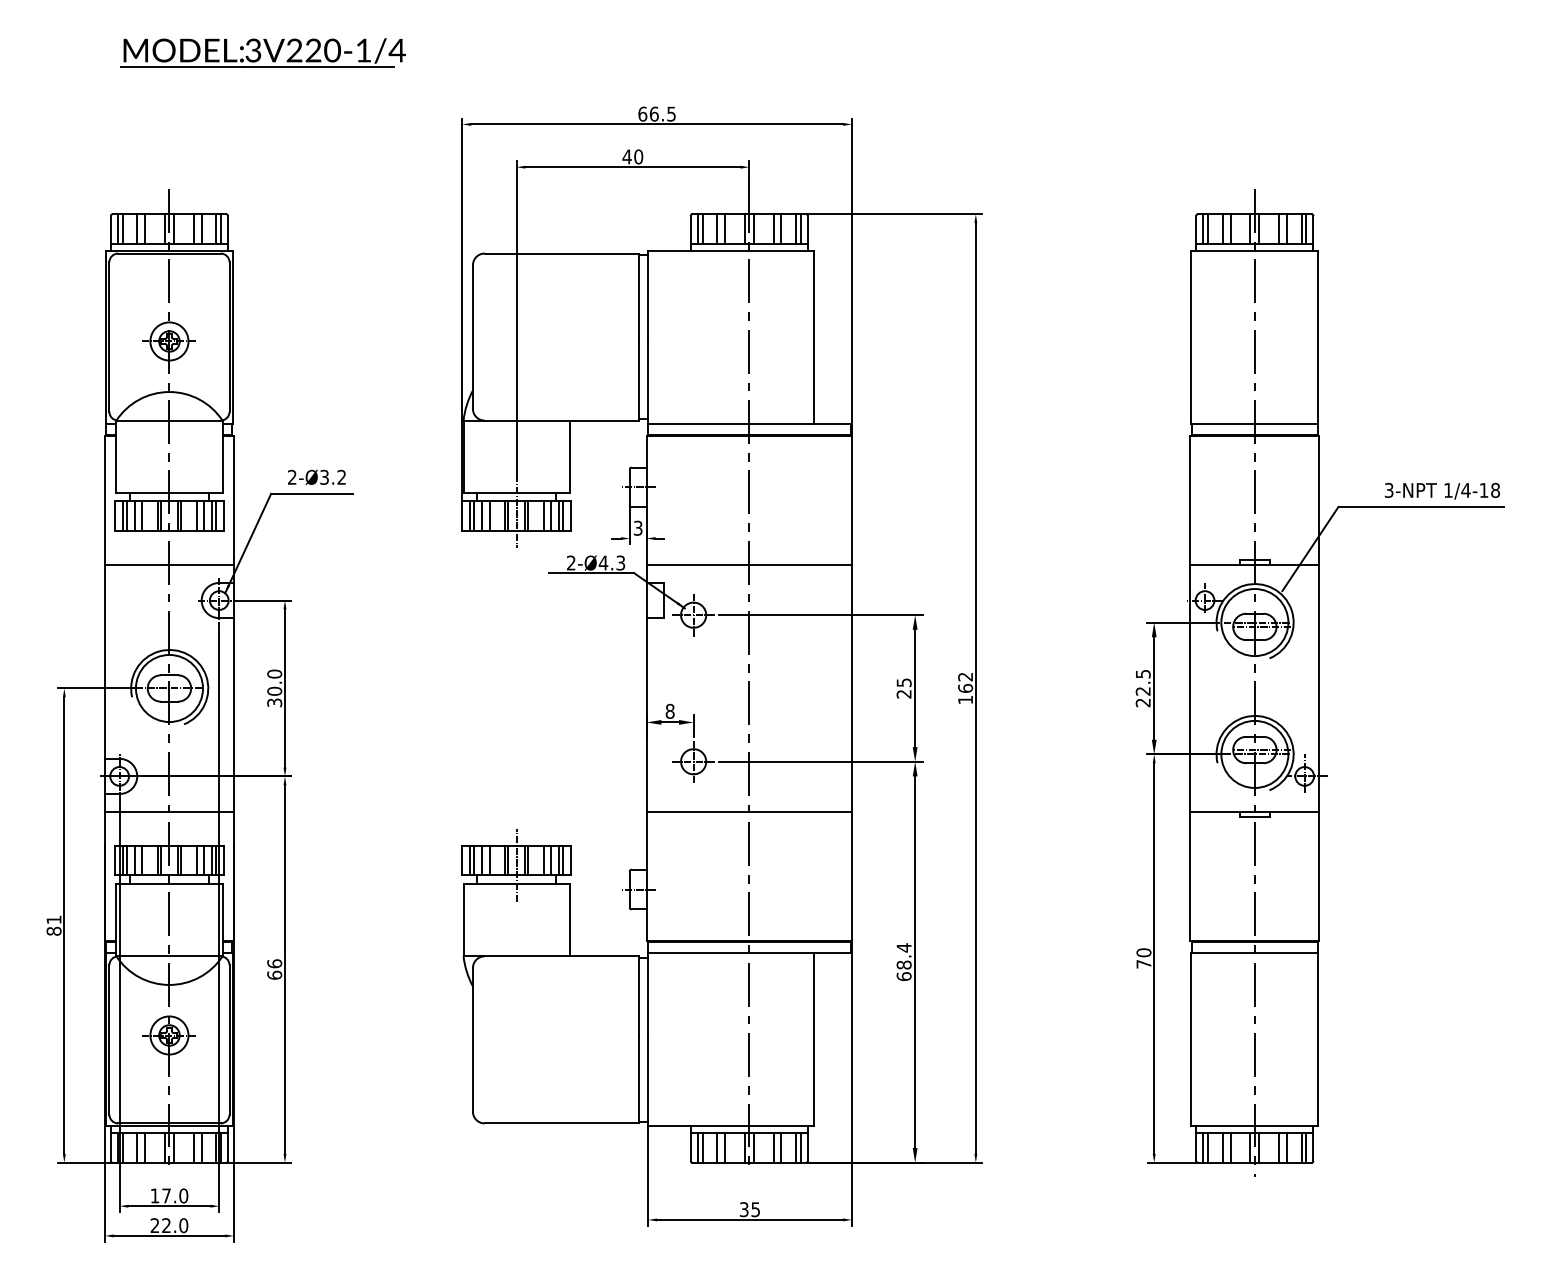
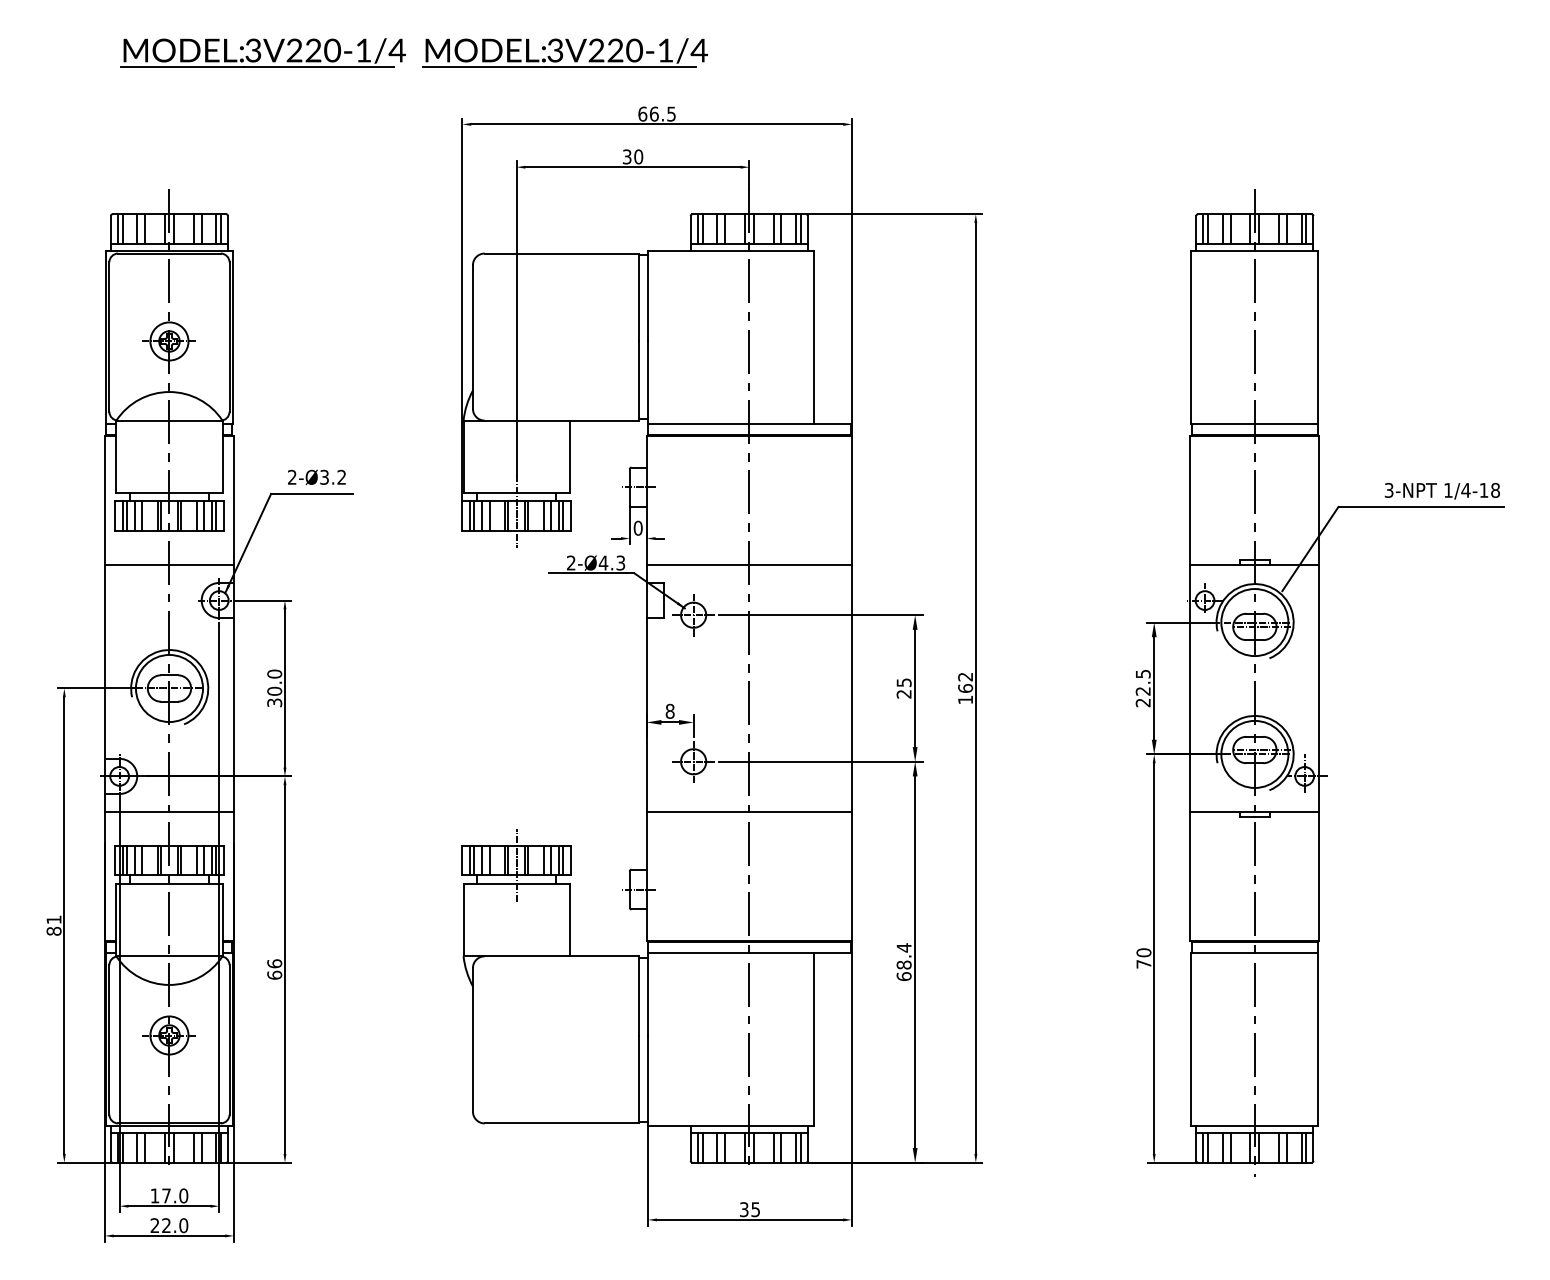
part at (564, 52): none -> present
text at (626, 156): 40 -> 30
text at (637, 527): 3 -> 0
